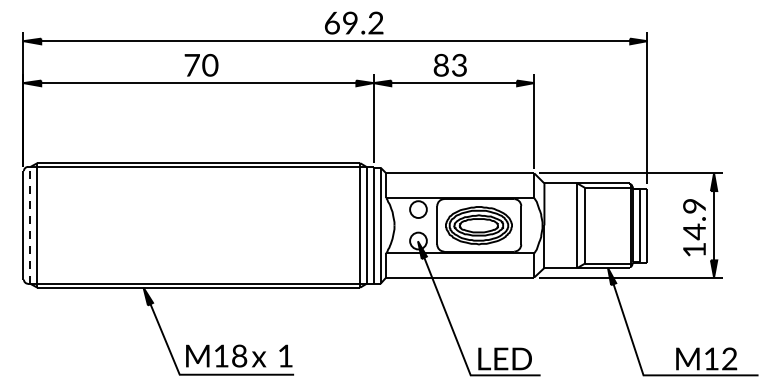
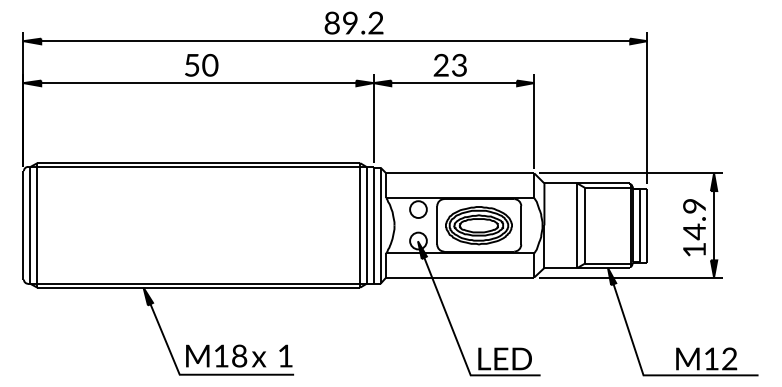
text at (331, 22): 69.2 -> 89.2
text at (191, 65): 70 -> 50
text at (440, 66): 83 -> 23
line at (30, 224): dashed -> solid
